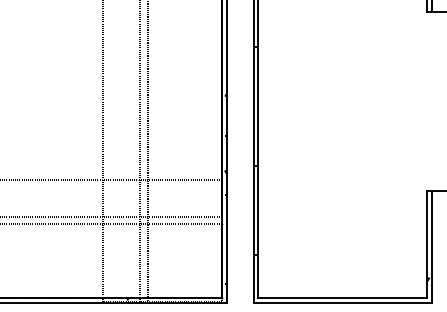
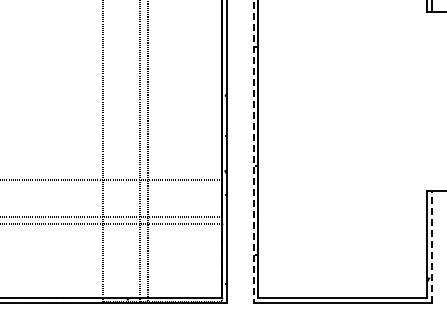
line at (253, 152): solid -> dashed
line at (431, 246): solid -> dashed
